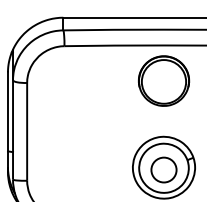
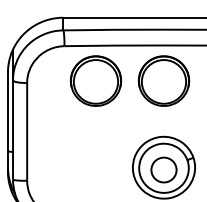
part at (96, 80): none -> present
